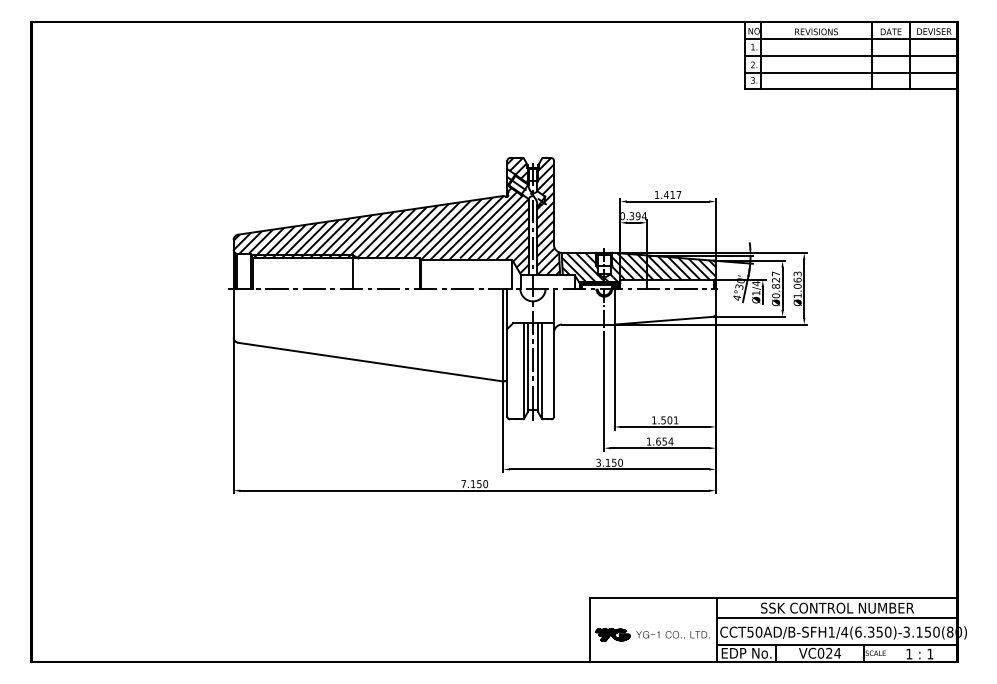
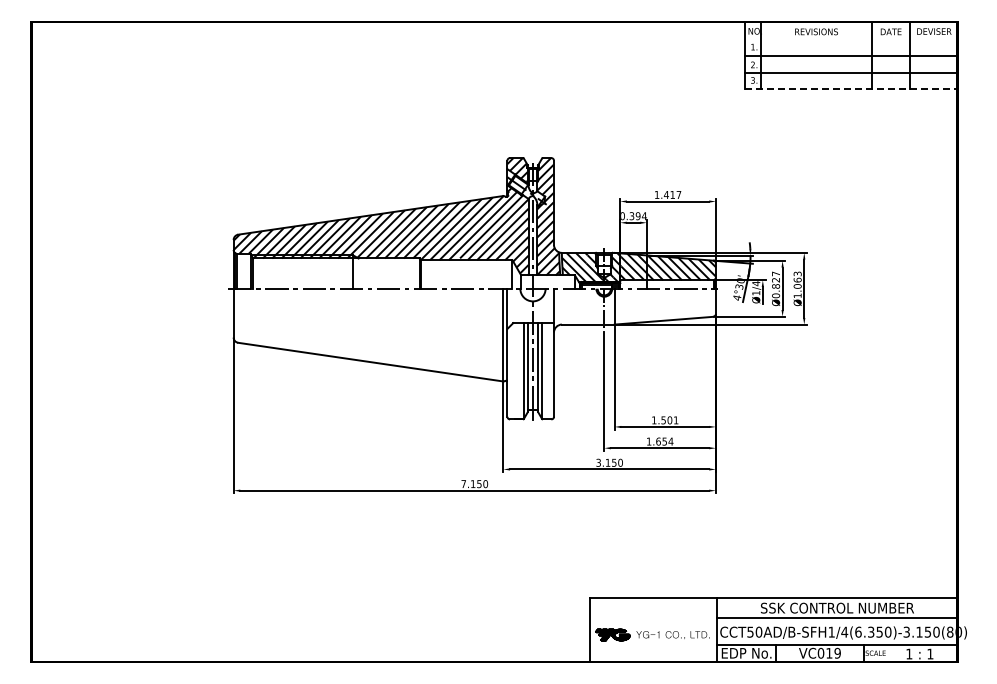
line at (850, 39): present -> none
line at (851, 89): solid -> dashed
text at (833, 652): VC024 -> VC019
